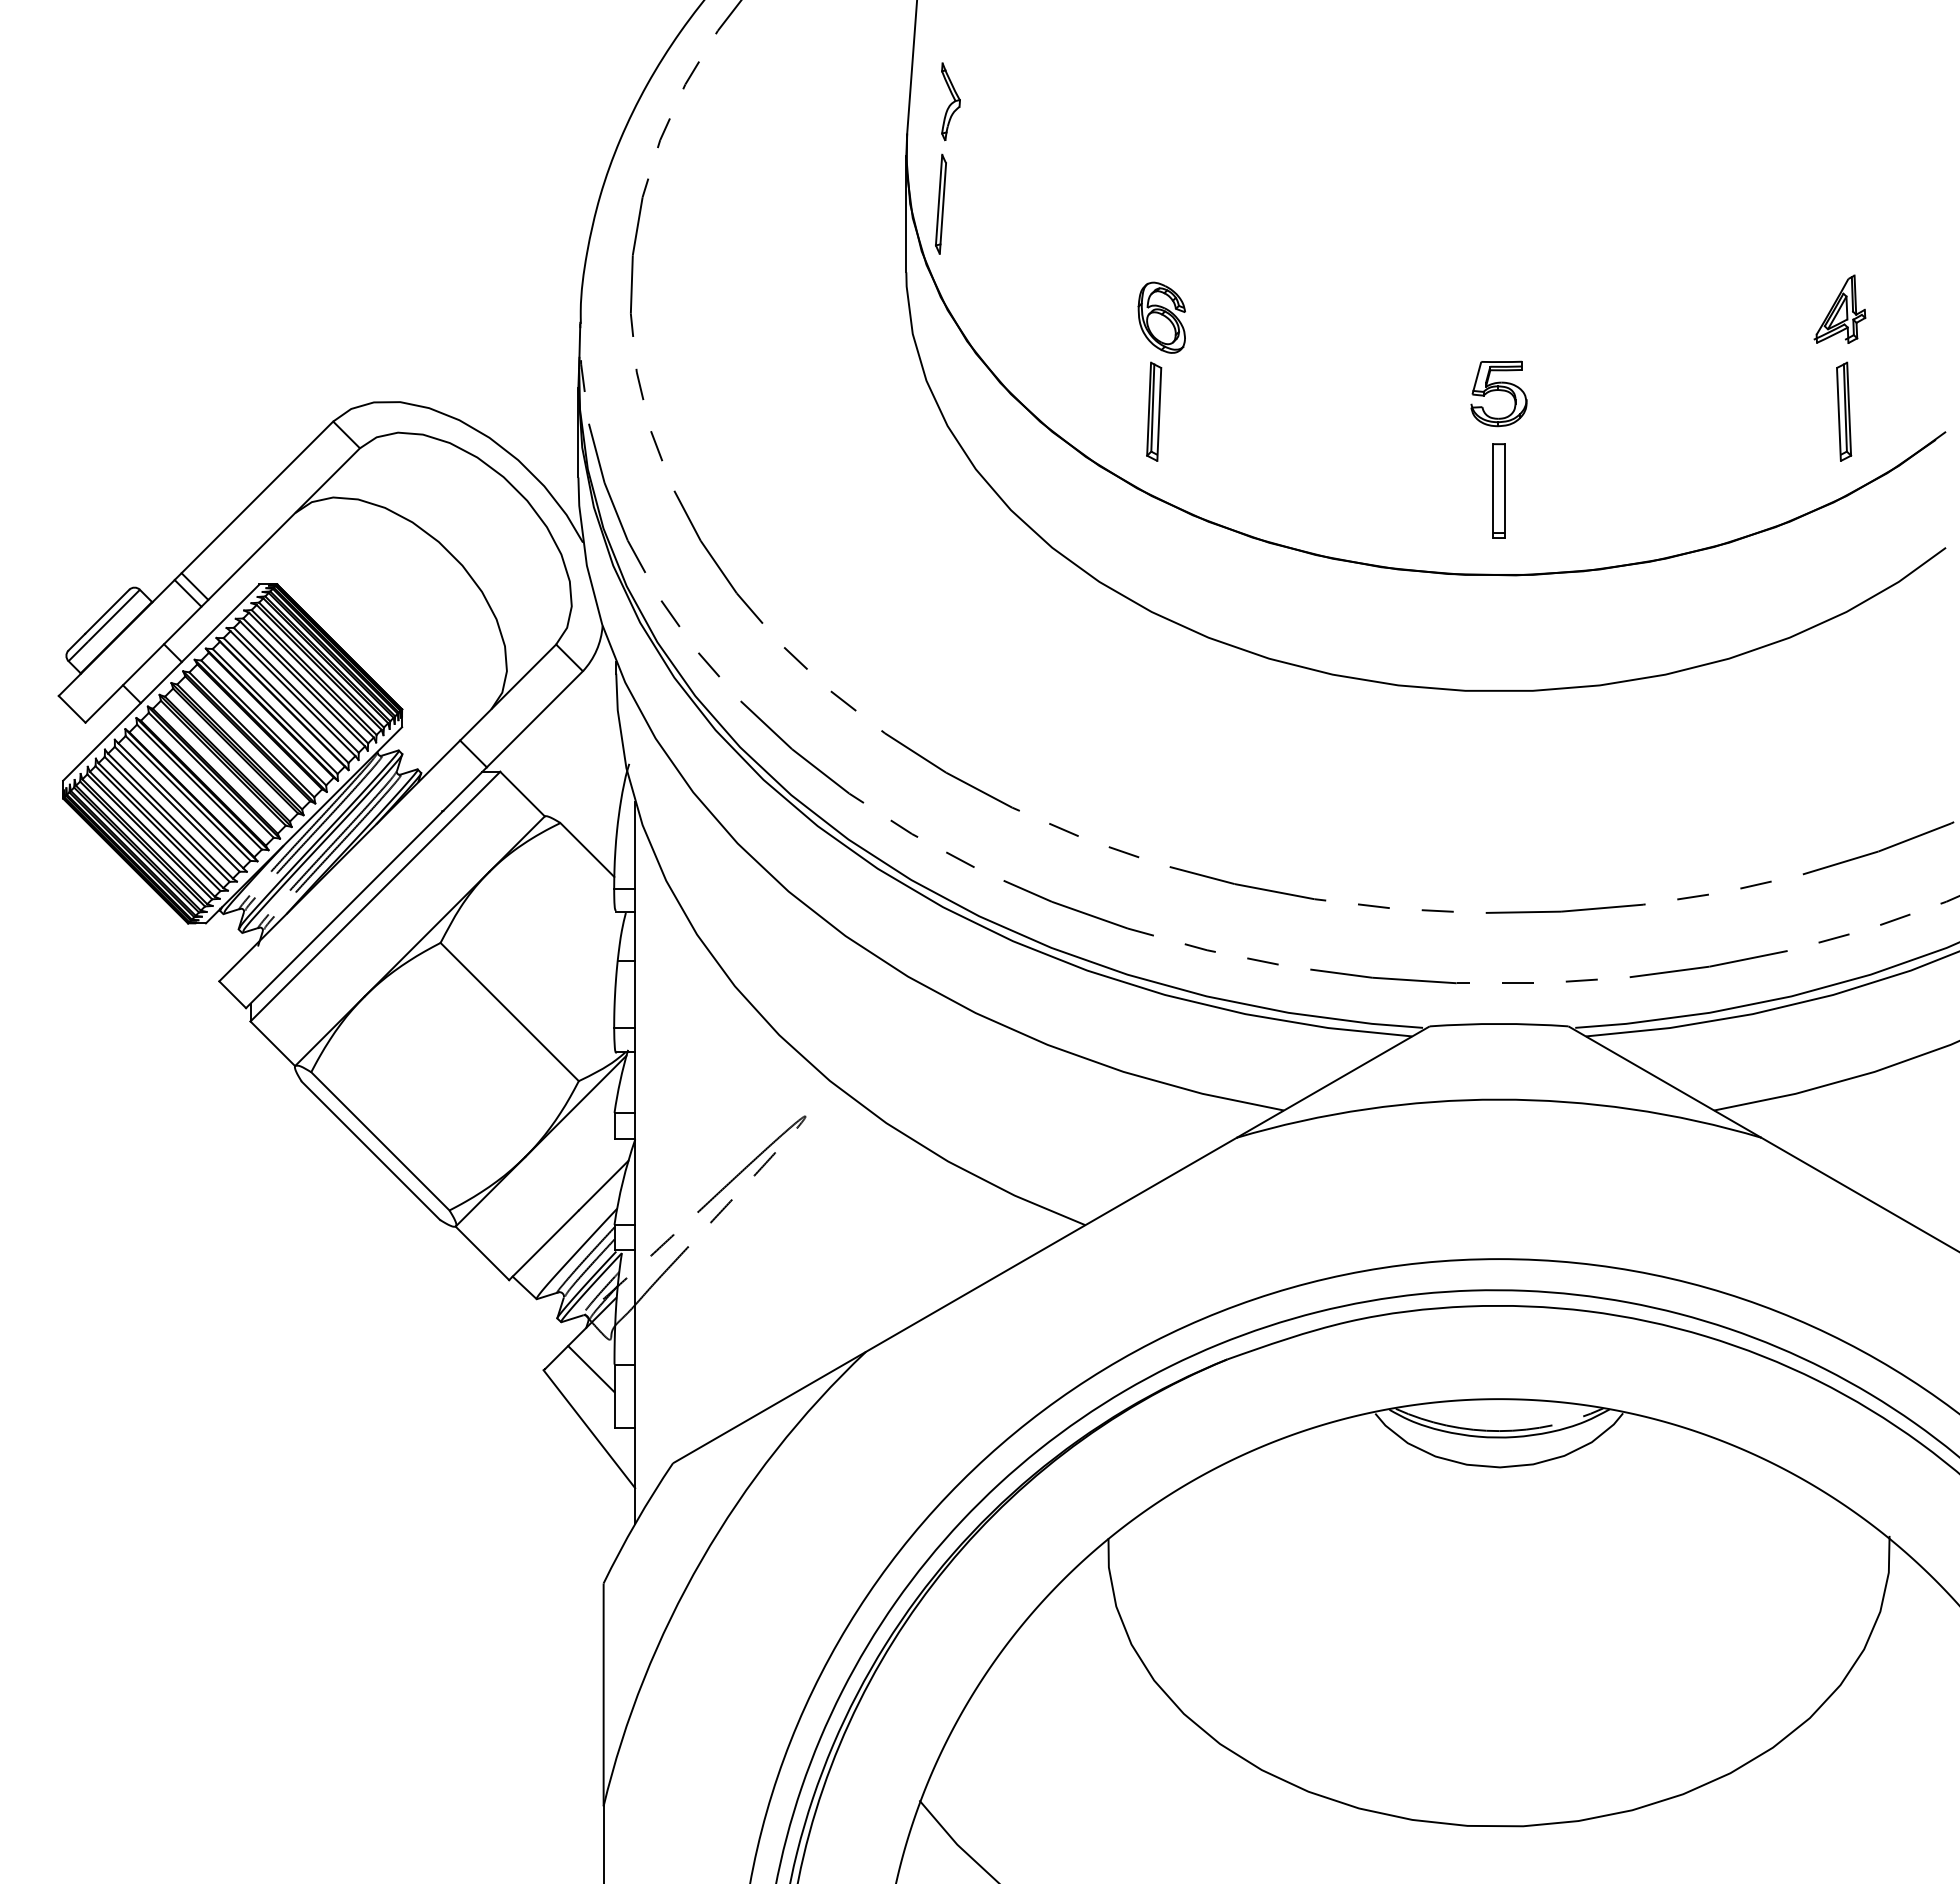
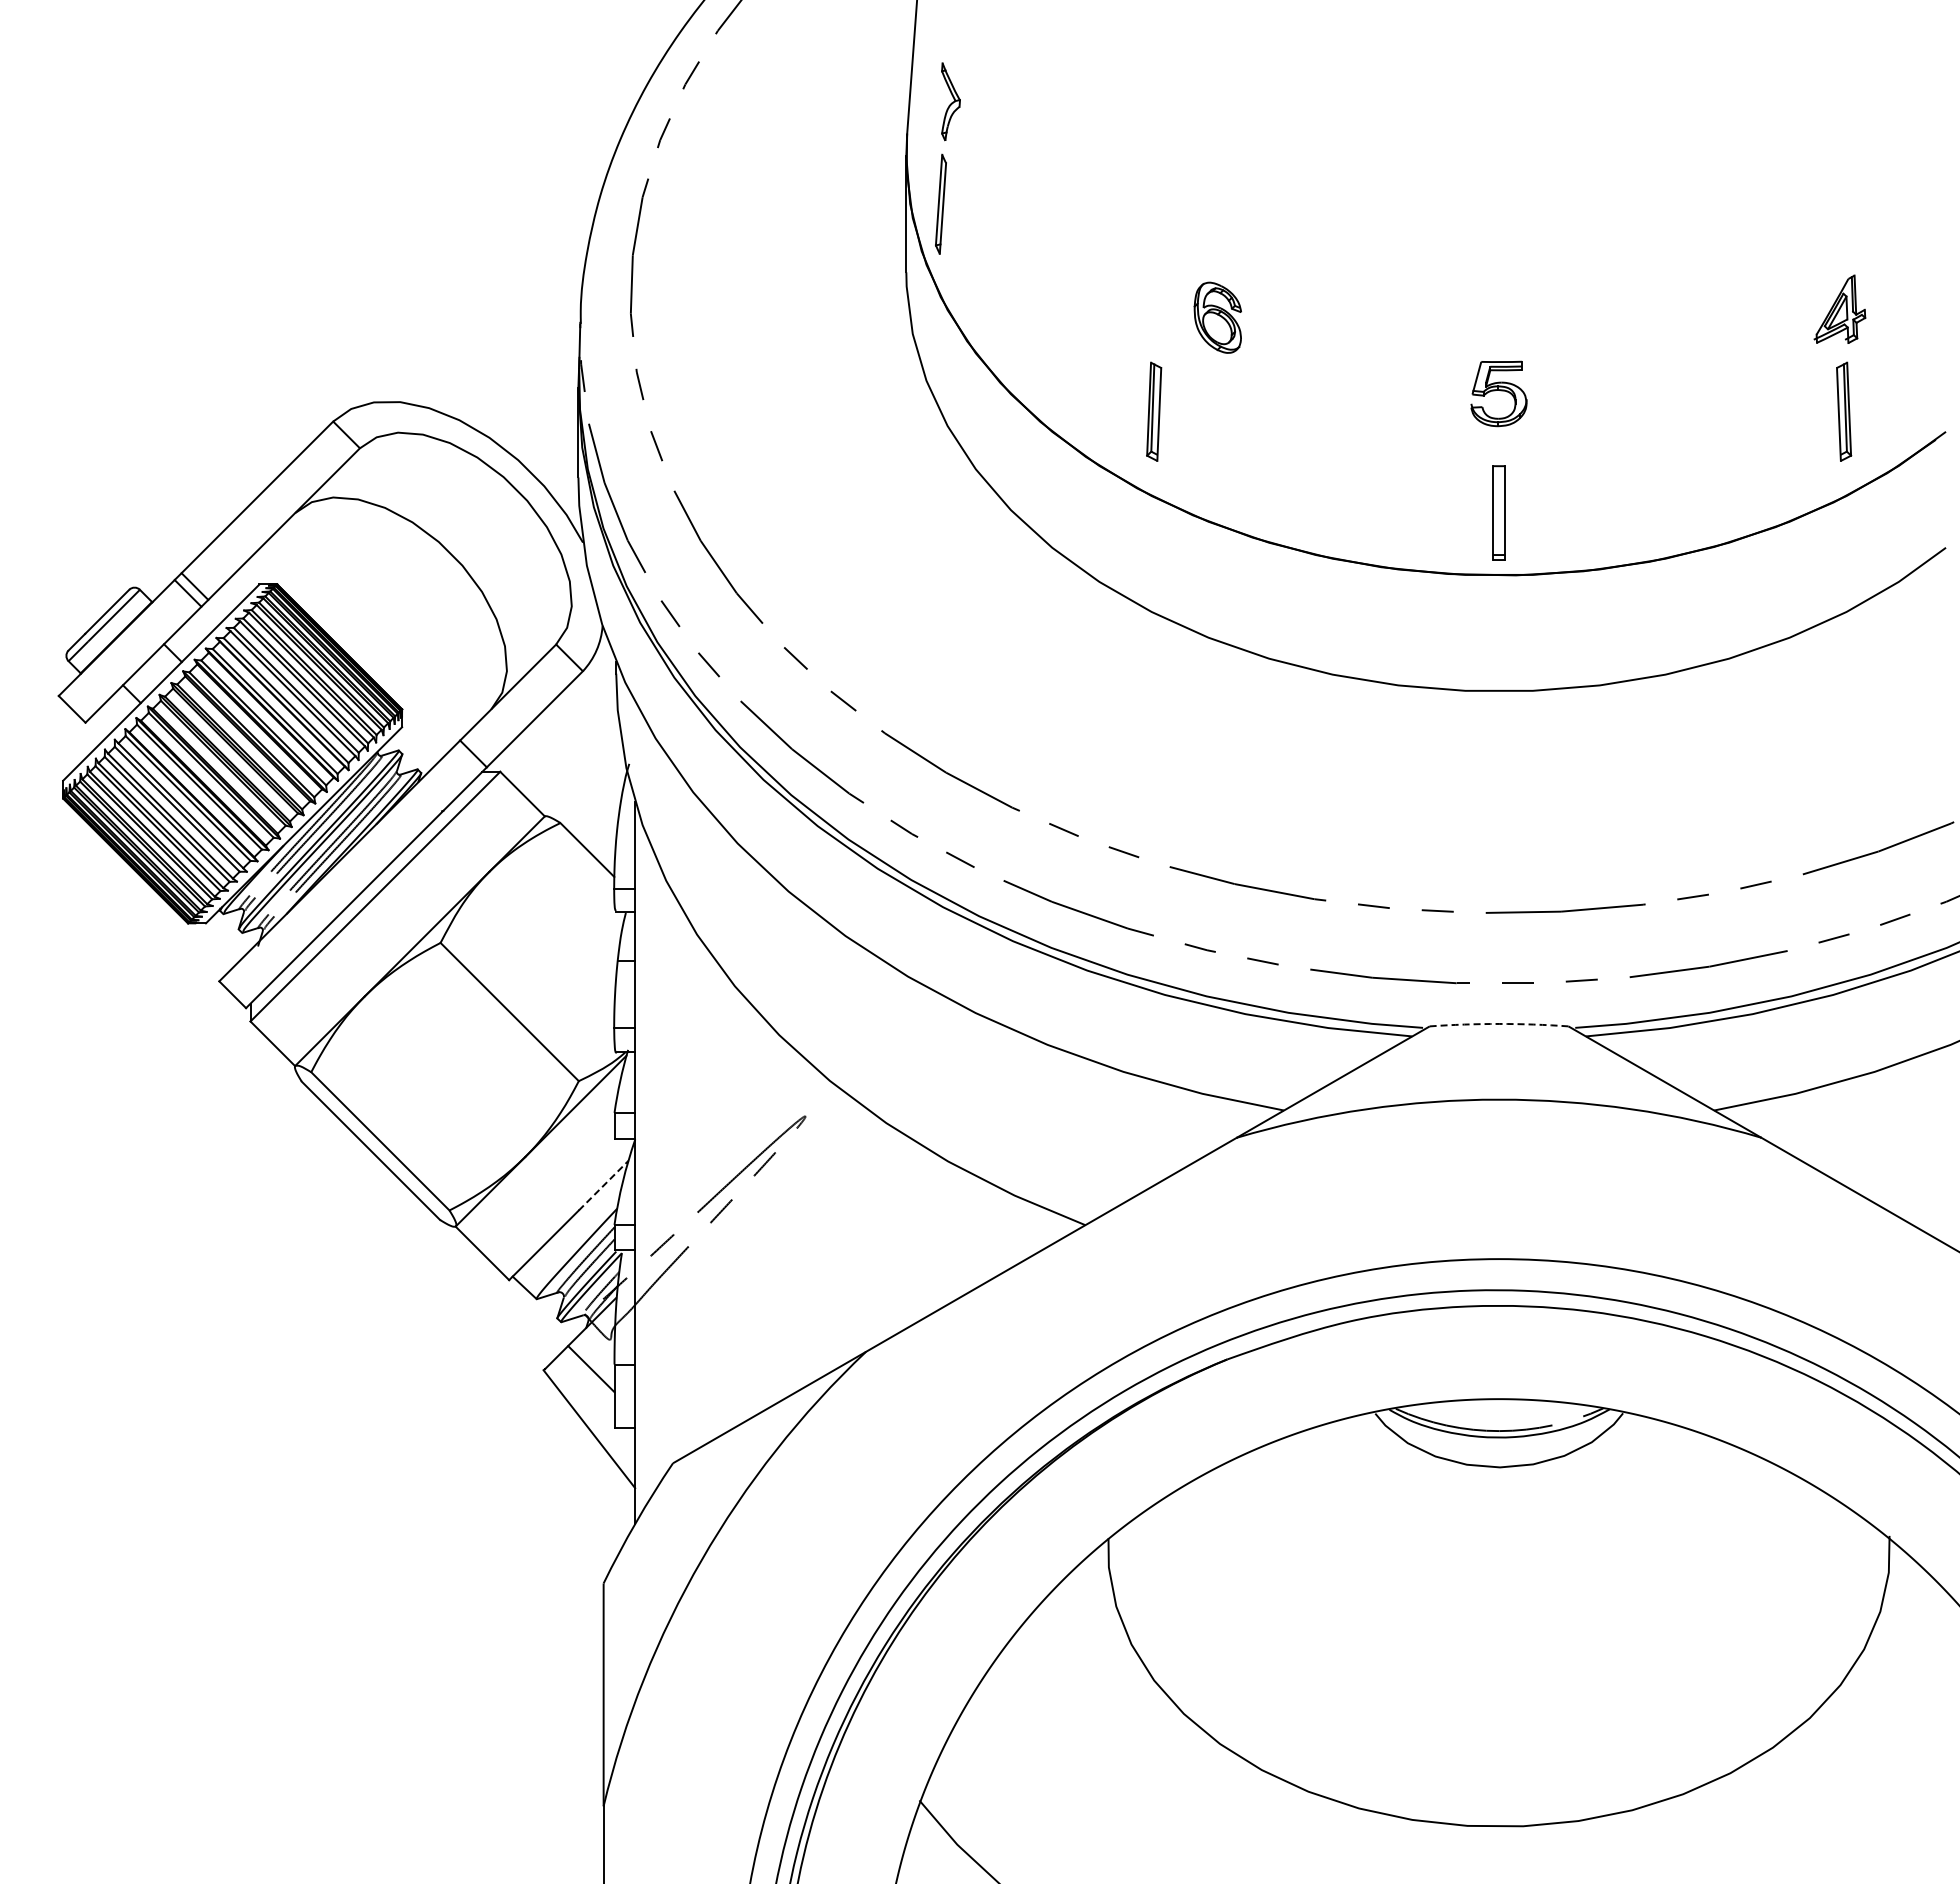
part at (1161, 317) position: (1161, 317) -> (1217, 317)
part at (1498, 490) position: (1498, 490) -> (1498, 512)
arc at (1499, 1023): solid -> dashed
line at (604, 1185): solid -> dashed
